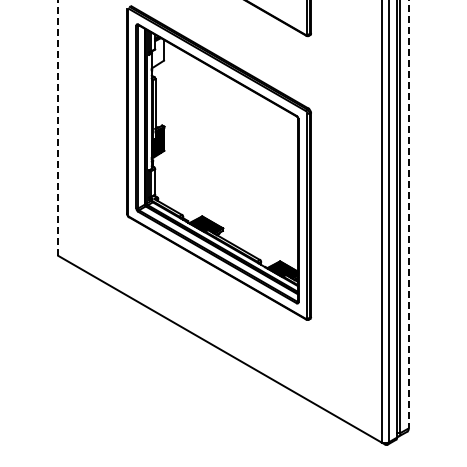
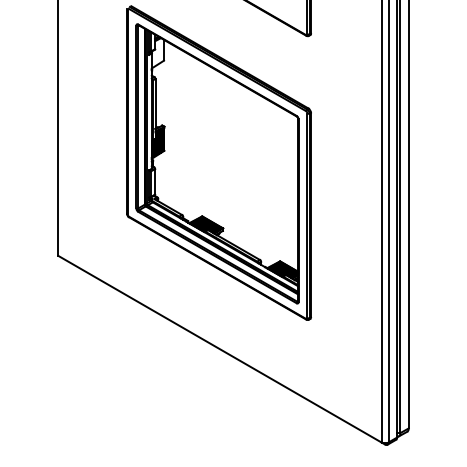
line at (58, 127): dashed -> solid
line at (408, 214): dashed -> solid
